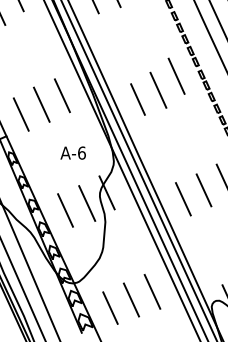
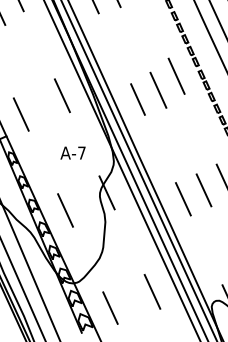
line at (41, 104): present -> none
text at (81, 152): A-6 -> A-7
line at (87, 203): present -> none
line at (131, 299): present -> none
